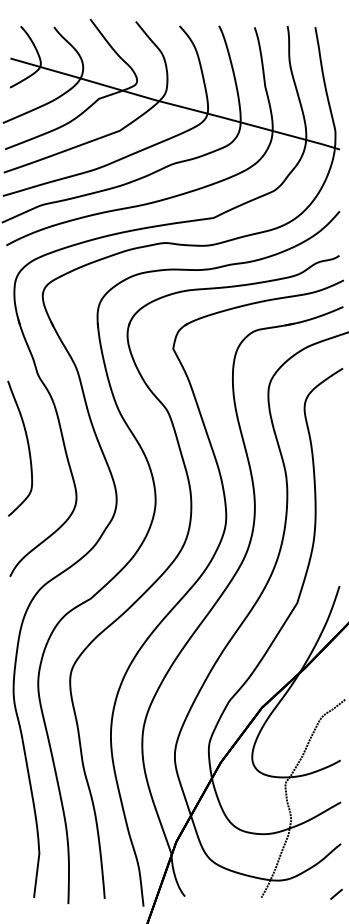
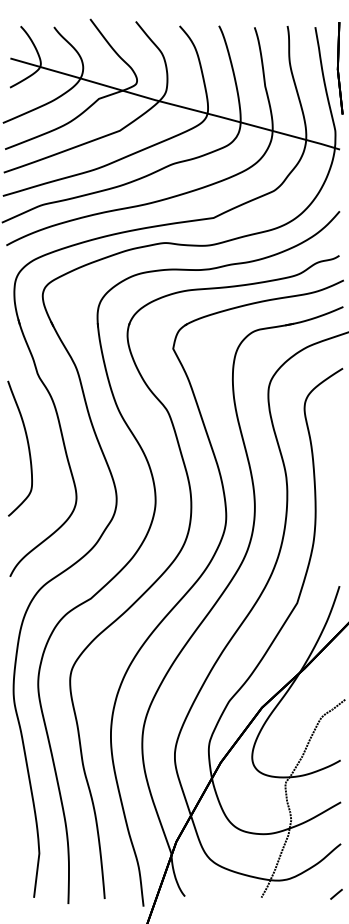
part at (339, 68): none -> present
